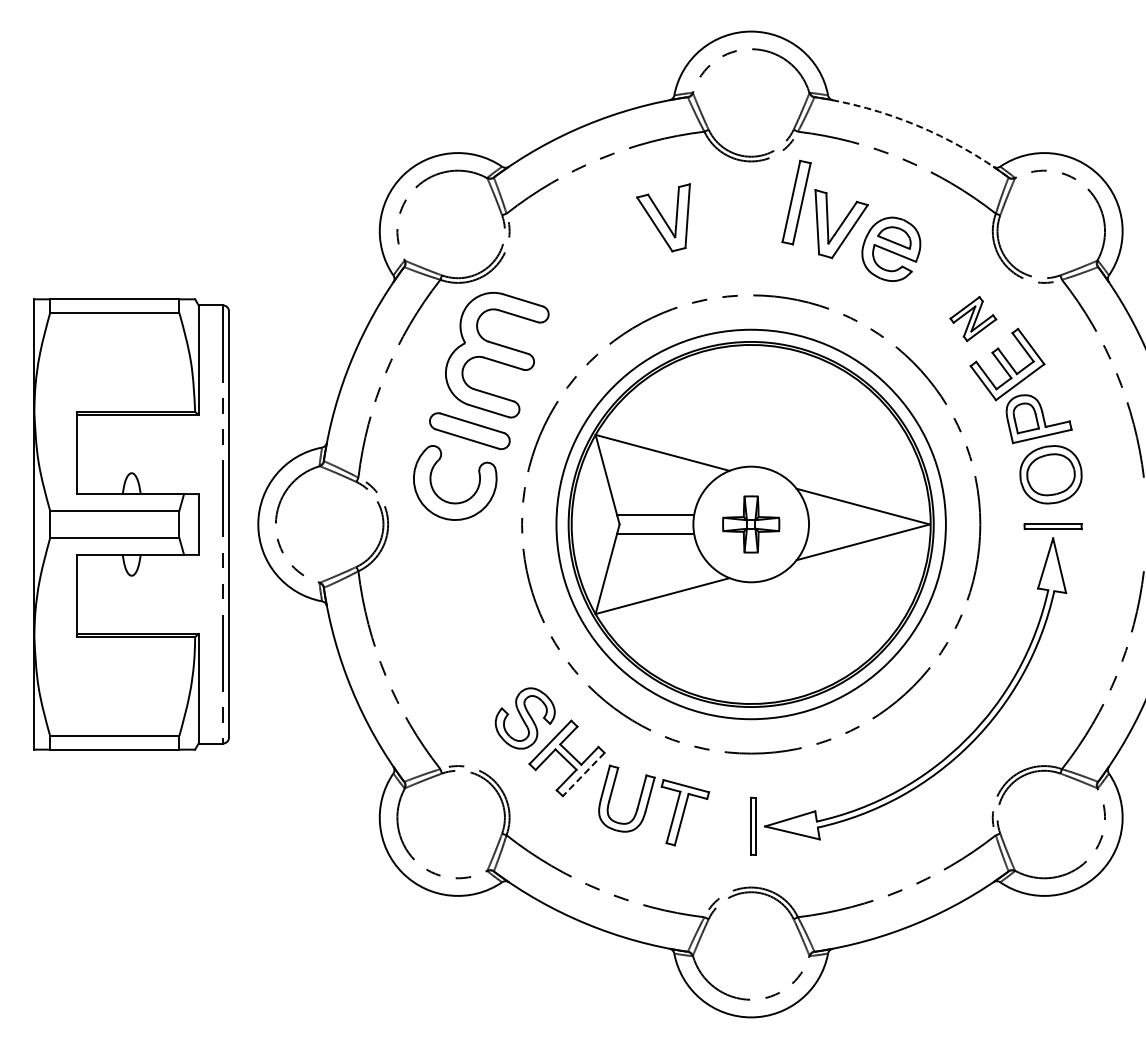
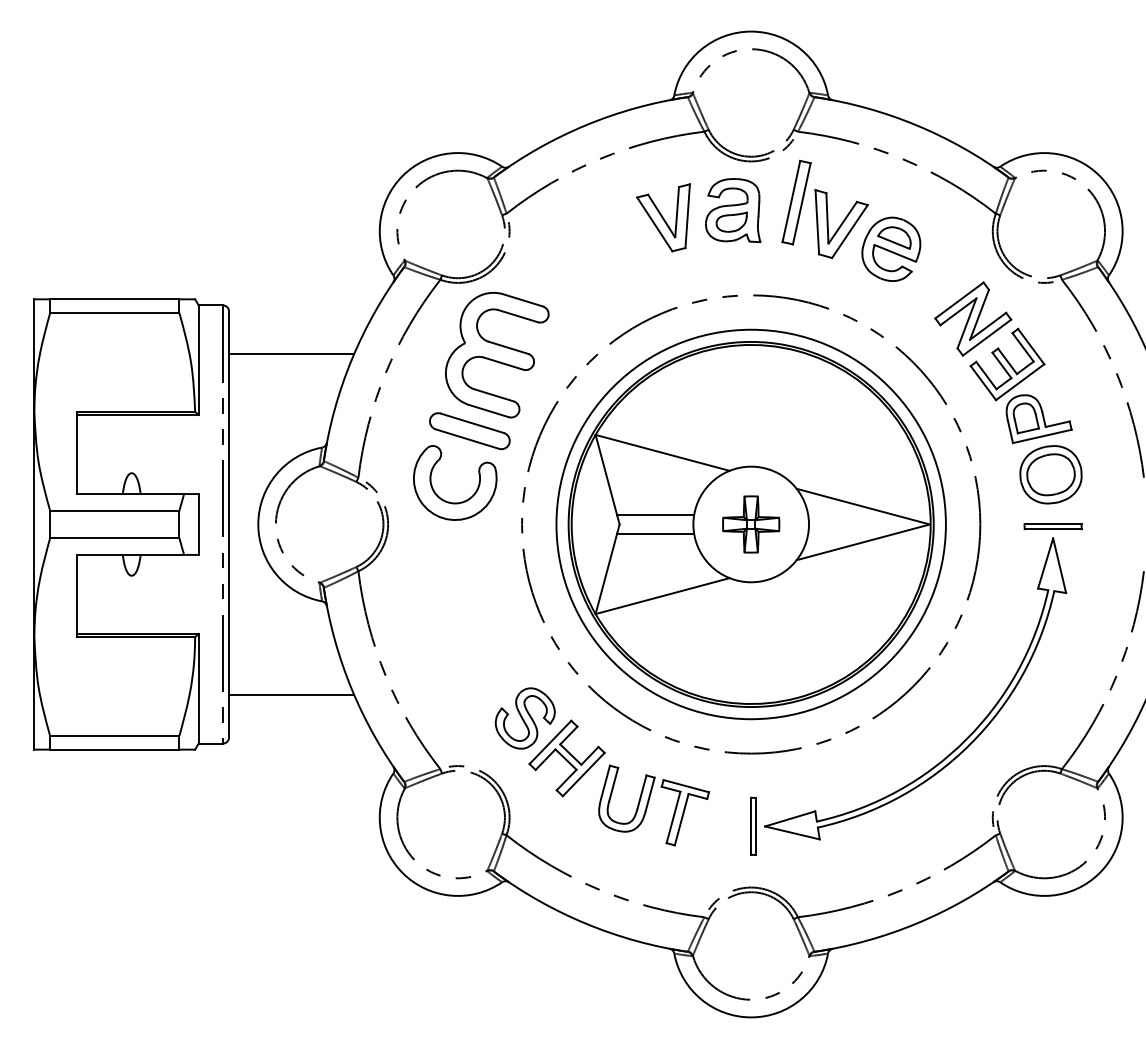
arc at (916, 125): dashed -> solid
part at (733, 210): none -> present
part at (973, 318) size: 49x46 px -> 79x76 px
line at (291, 354): none -> present
line at (291, 694): none -> present
line at (583, 774): dashed -> solid
